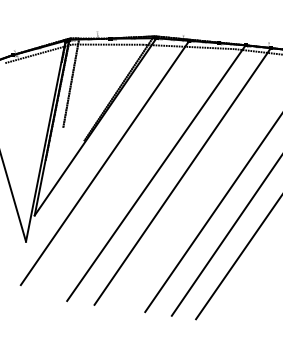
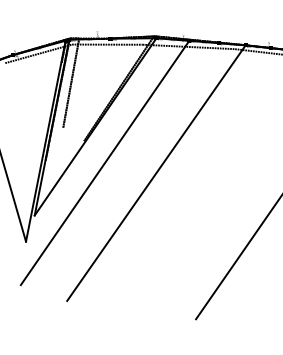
line at (182, 176): present -> none
line at (212, 214): present -> none
line at (225, 236): present -> none
